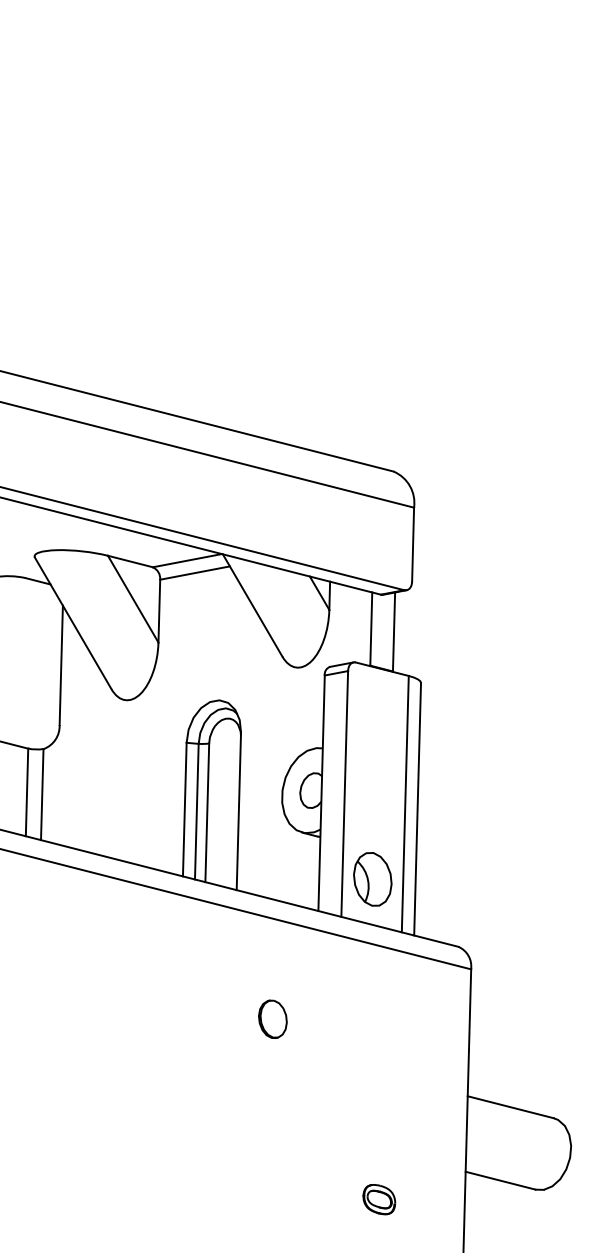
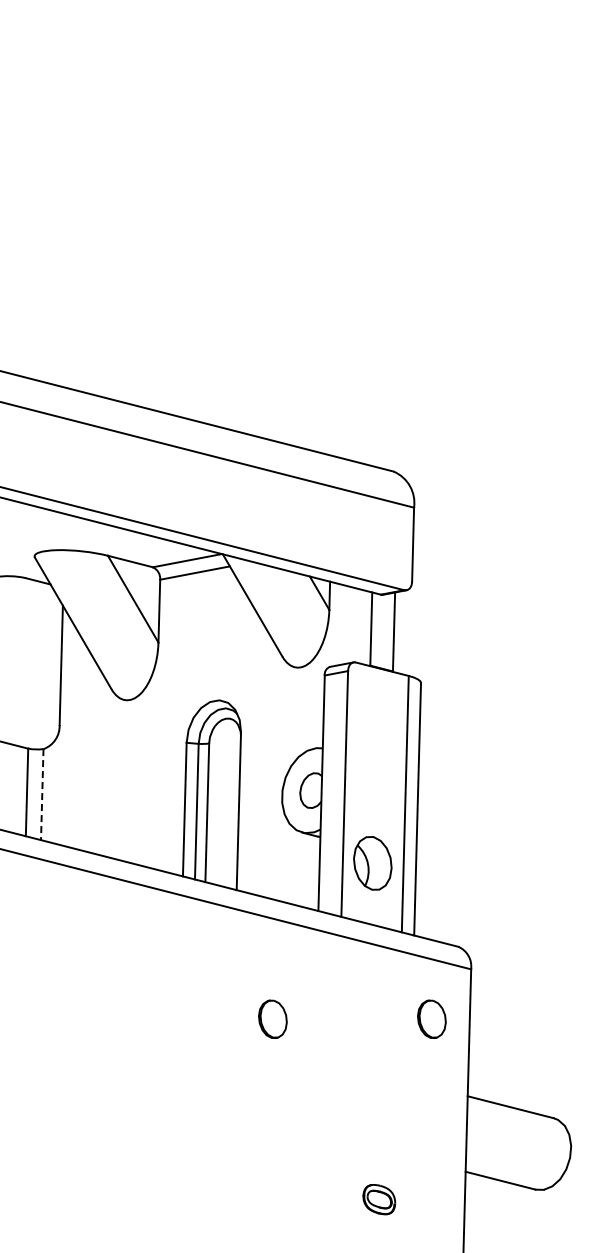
line at (42, 794): solid -> dashed
part at (372, 879) position: (372, 879) -> (372, 863)
part at (431, 1018): none -> present
